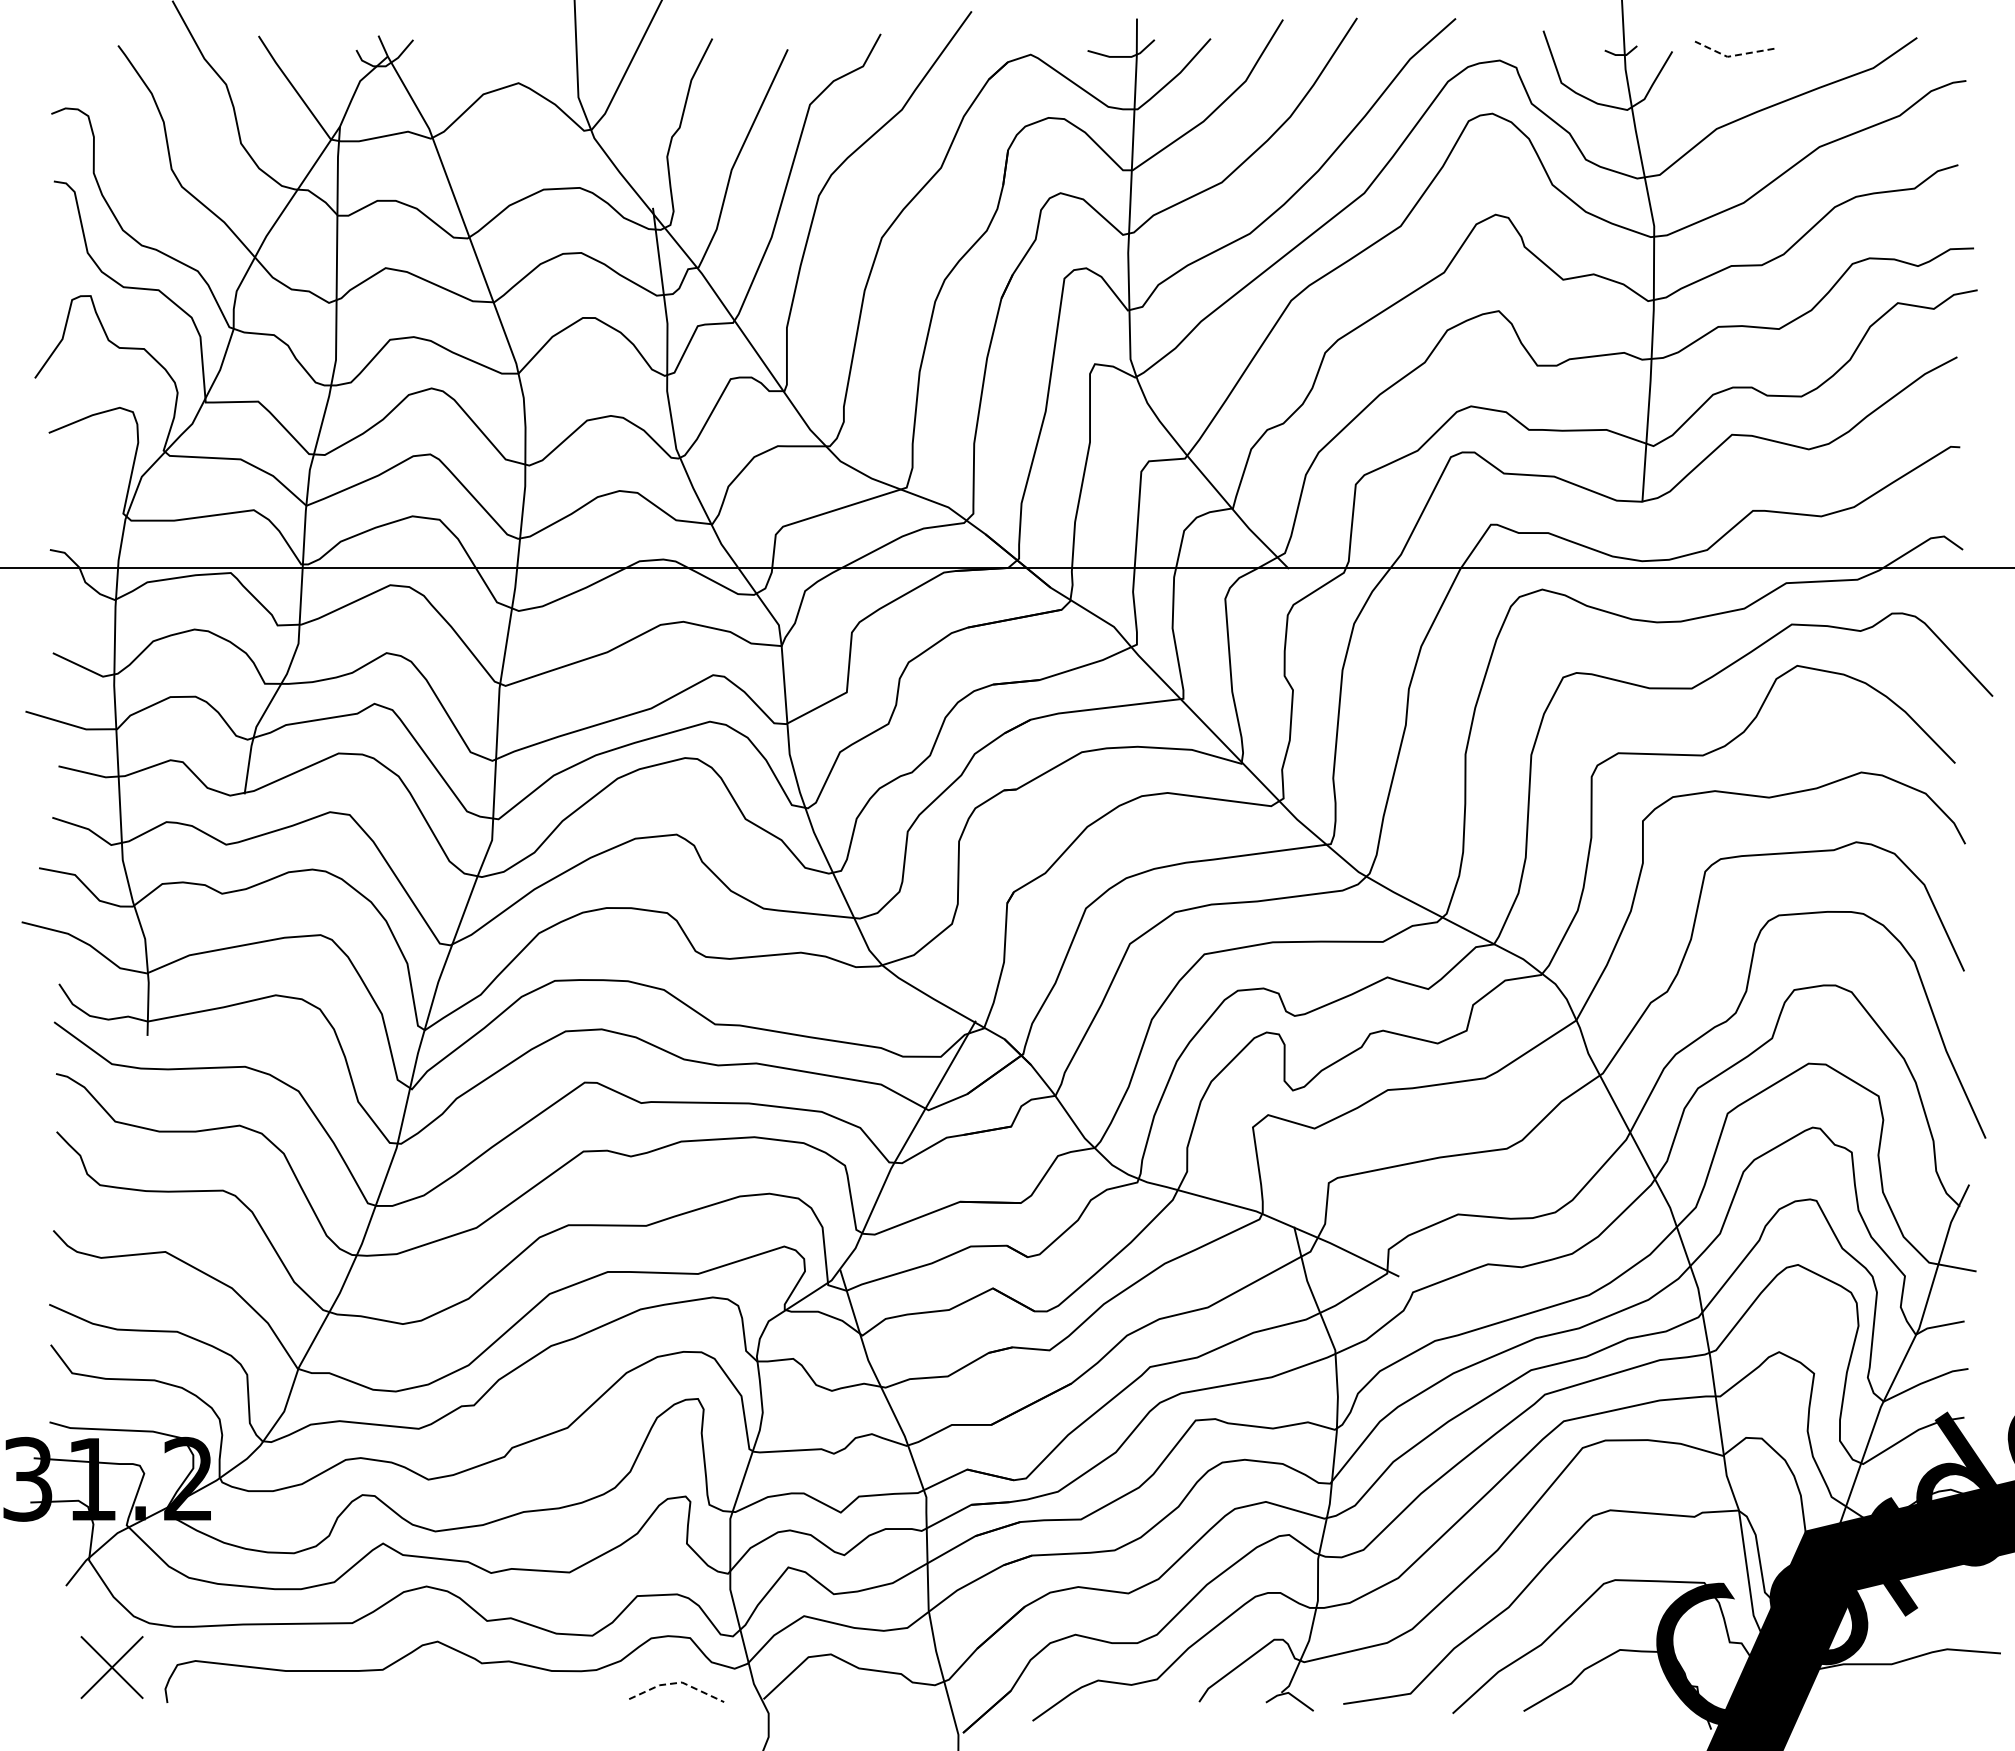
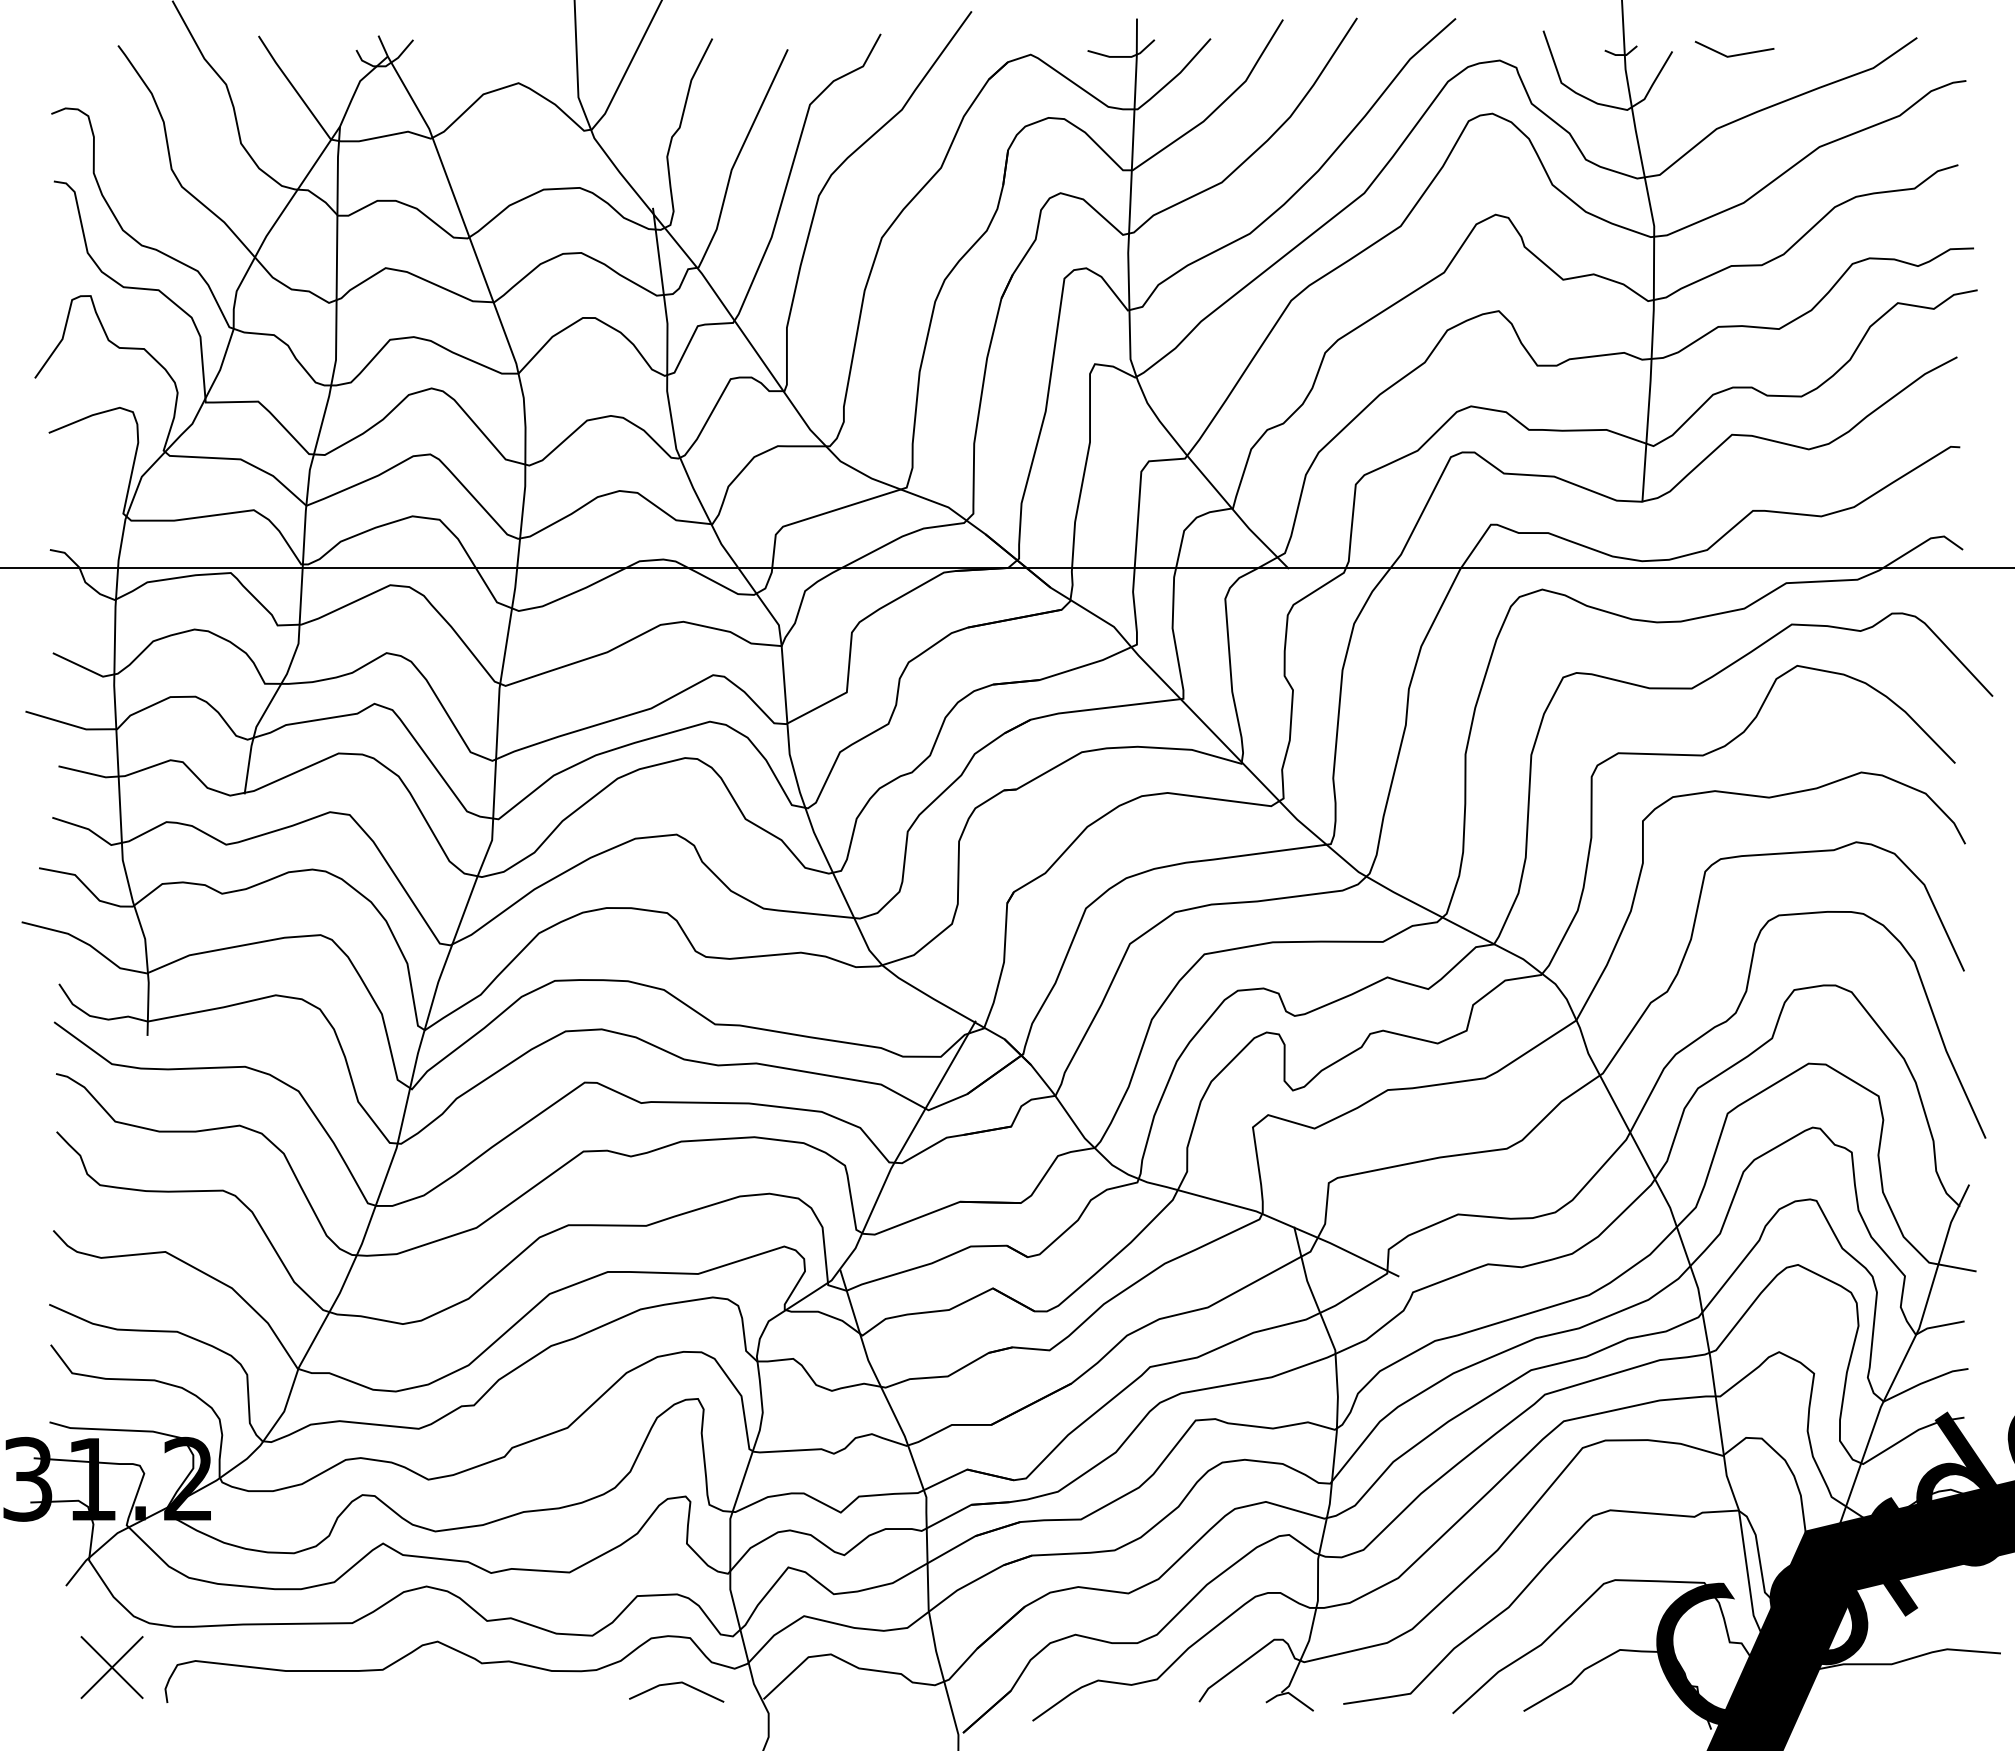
line at (1732, 56): dashed -> solid
line at (677, 1683): dashed -> solid
